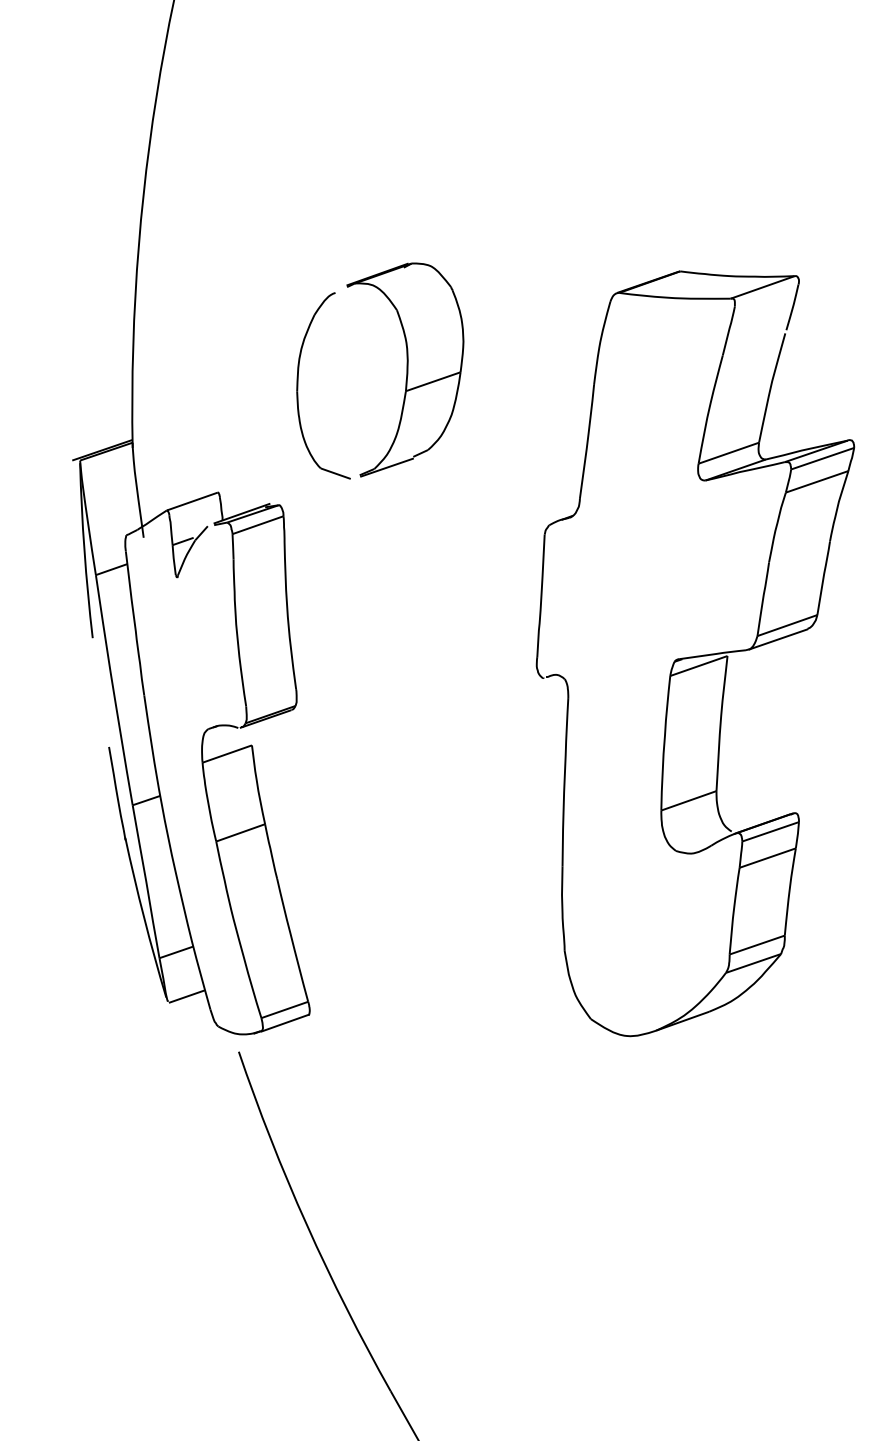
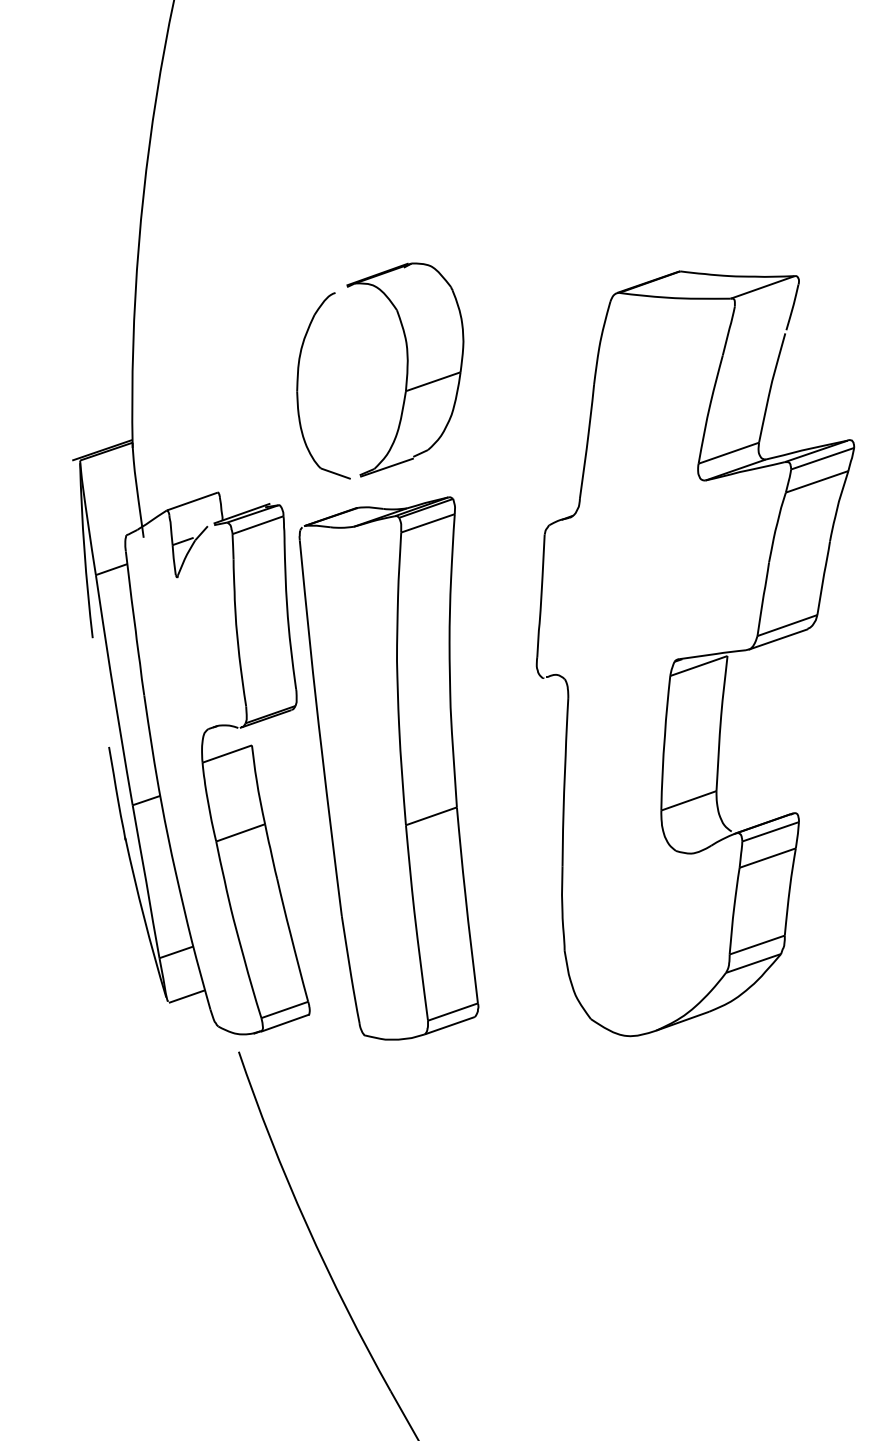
part at (400, 768): none -> present
